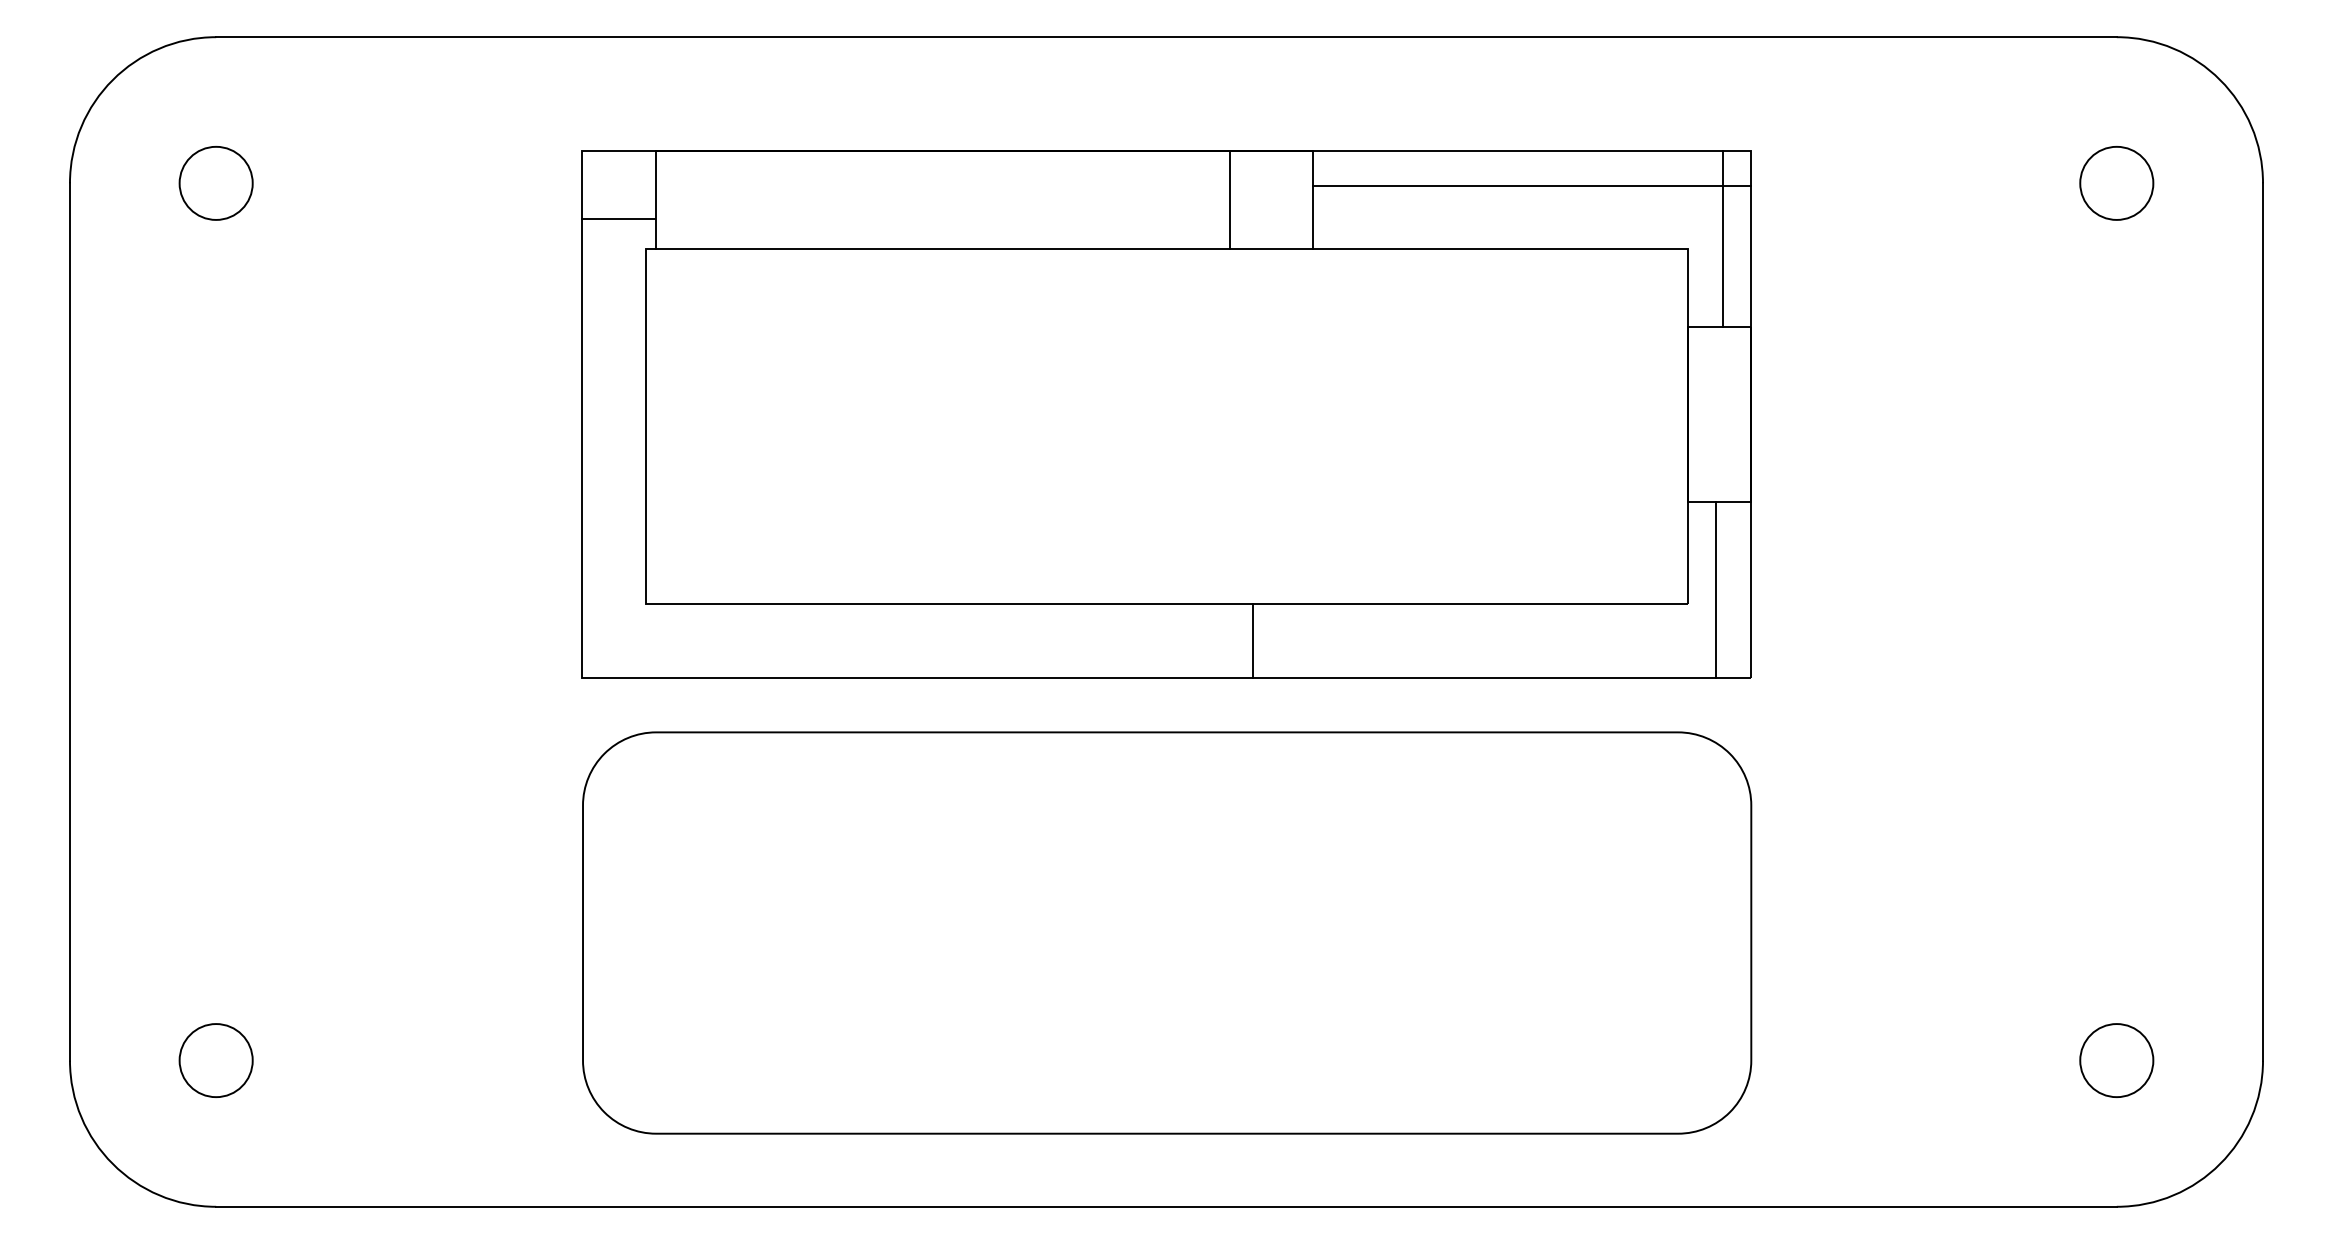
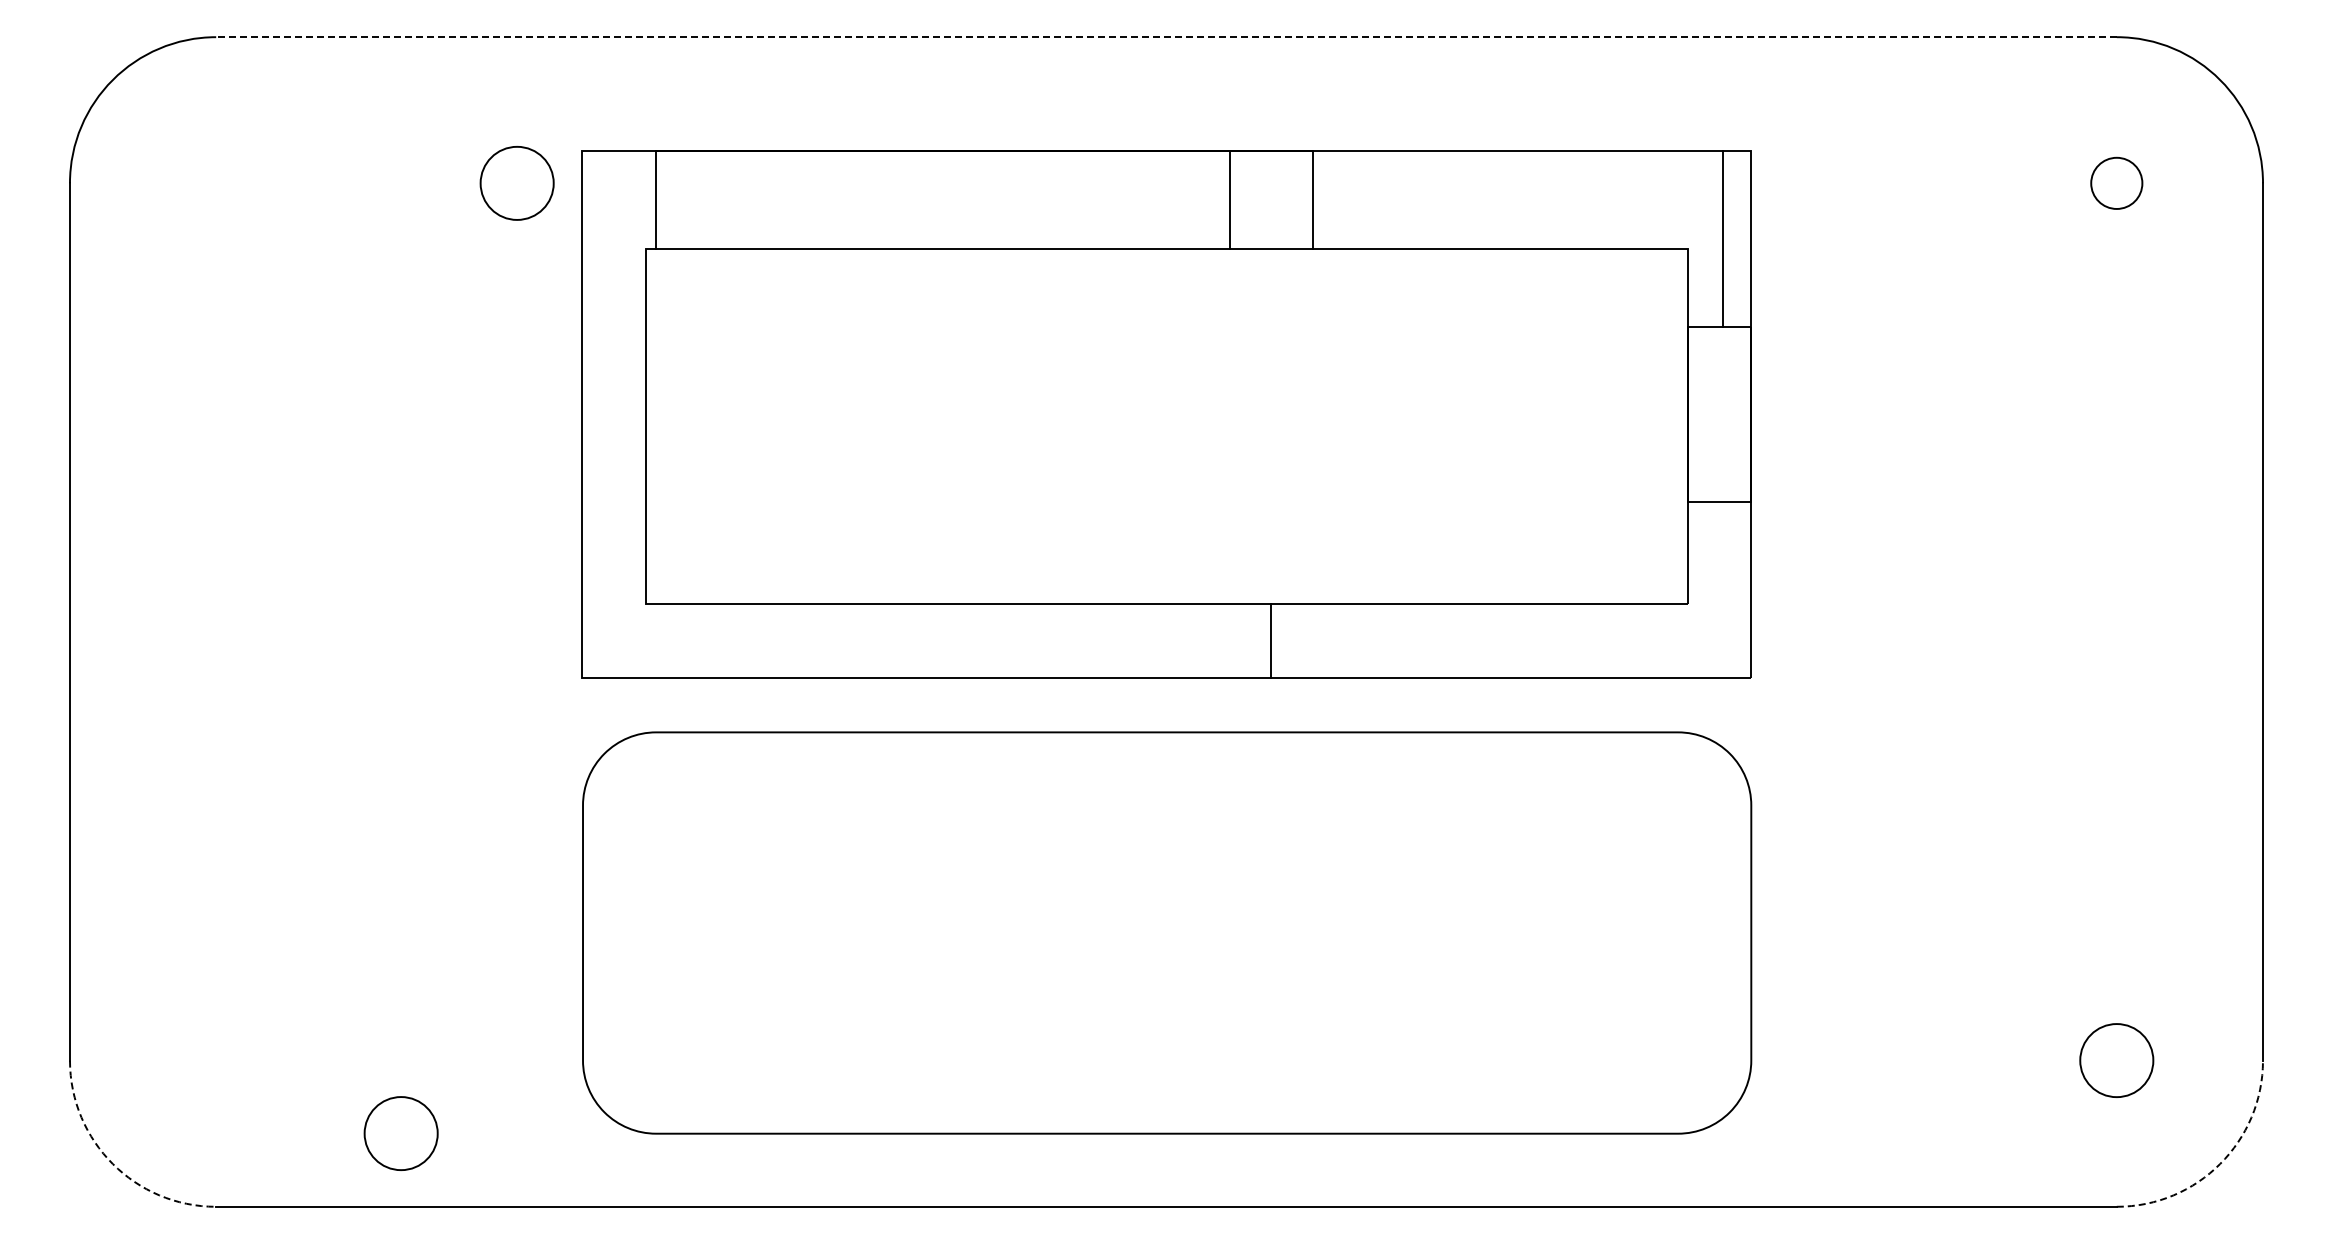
line at (1166, 37): solid -> dashed
circle at (2116, 182) diameter: 73 px -> 51 px
circle at (215, 183) position: (215, 183) -> (516, 183)
line at (1531, 185): present -> none
line at (617, 219): present -> none
line at (1715, 589): present -> none
line at (1253, 640) position: (1253, 640) -> (1271, 640)
circle at (215, 1060) position: (215, 1060) -> (400, 1133)
arc at (112, 1163): solid -> dashed
arc at (2220, 1163): solid -> dashed
